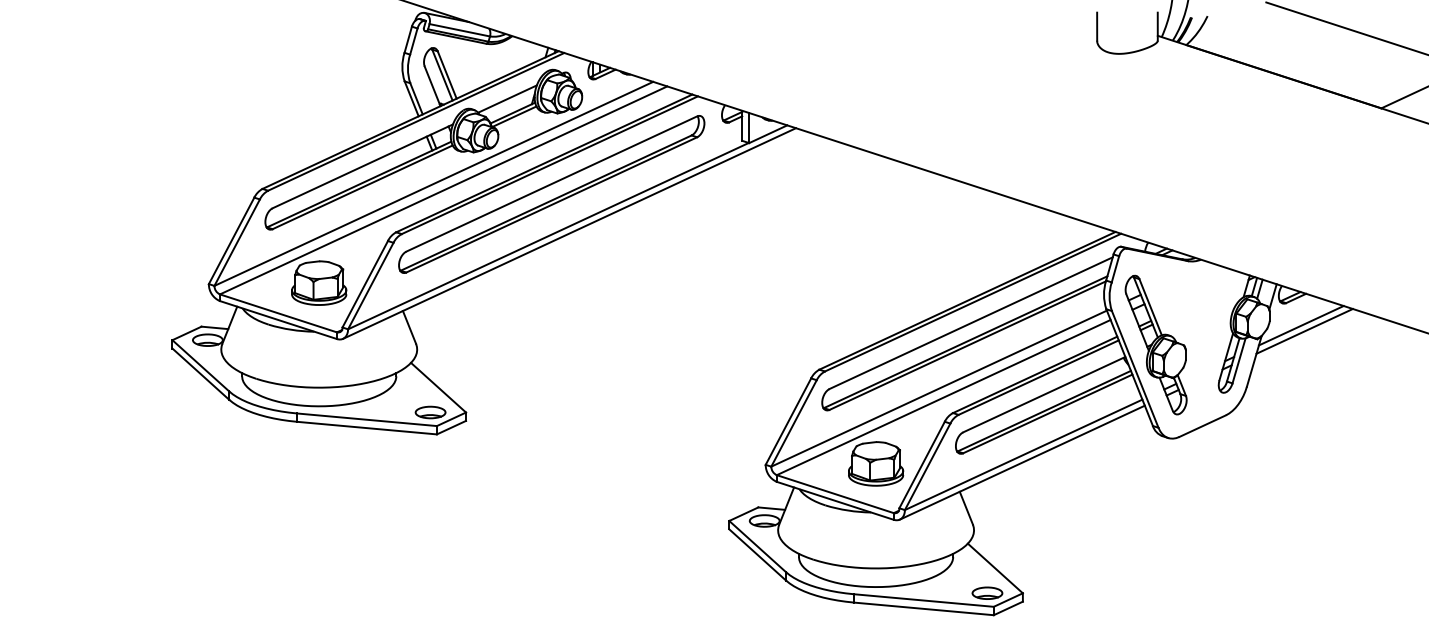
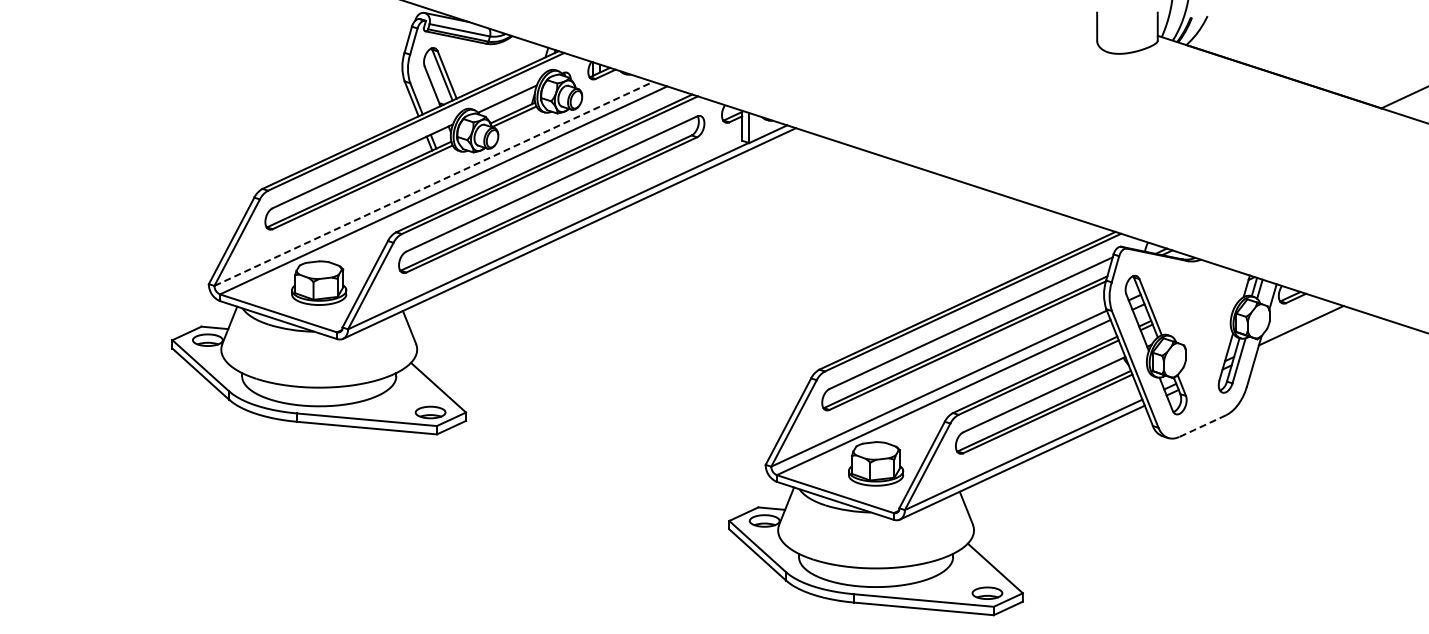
line at (1345, 28): present -> none
line at (433, 183): solid -> dashed
line at (1304, 331): present -> none
line at (1202, 426): solid -> dashed
